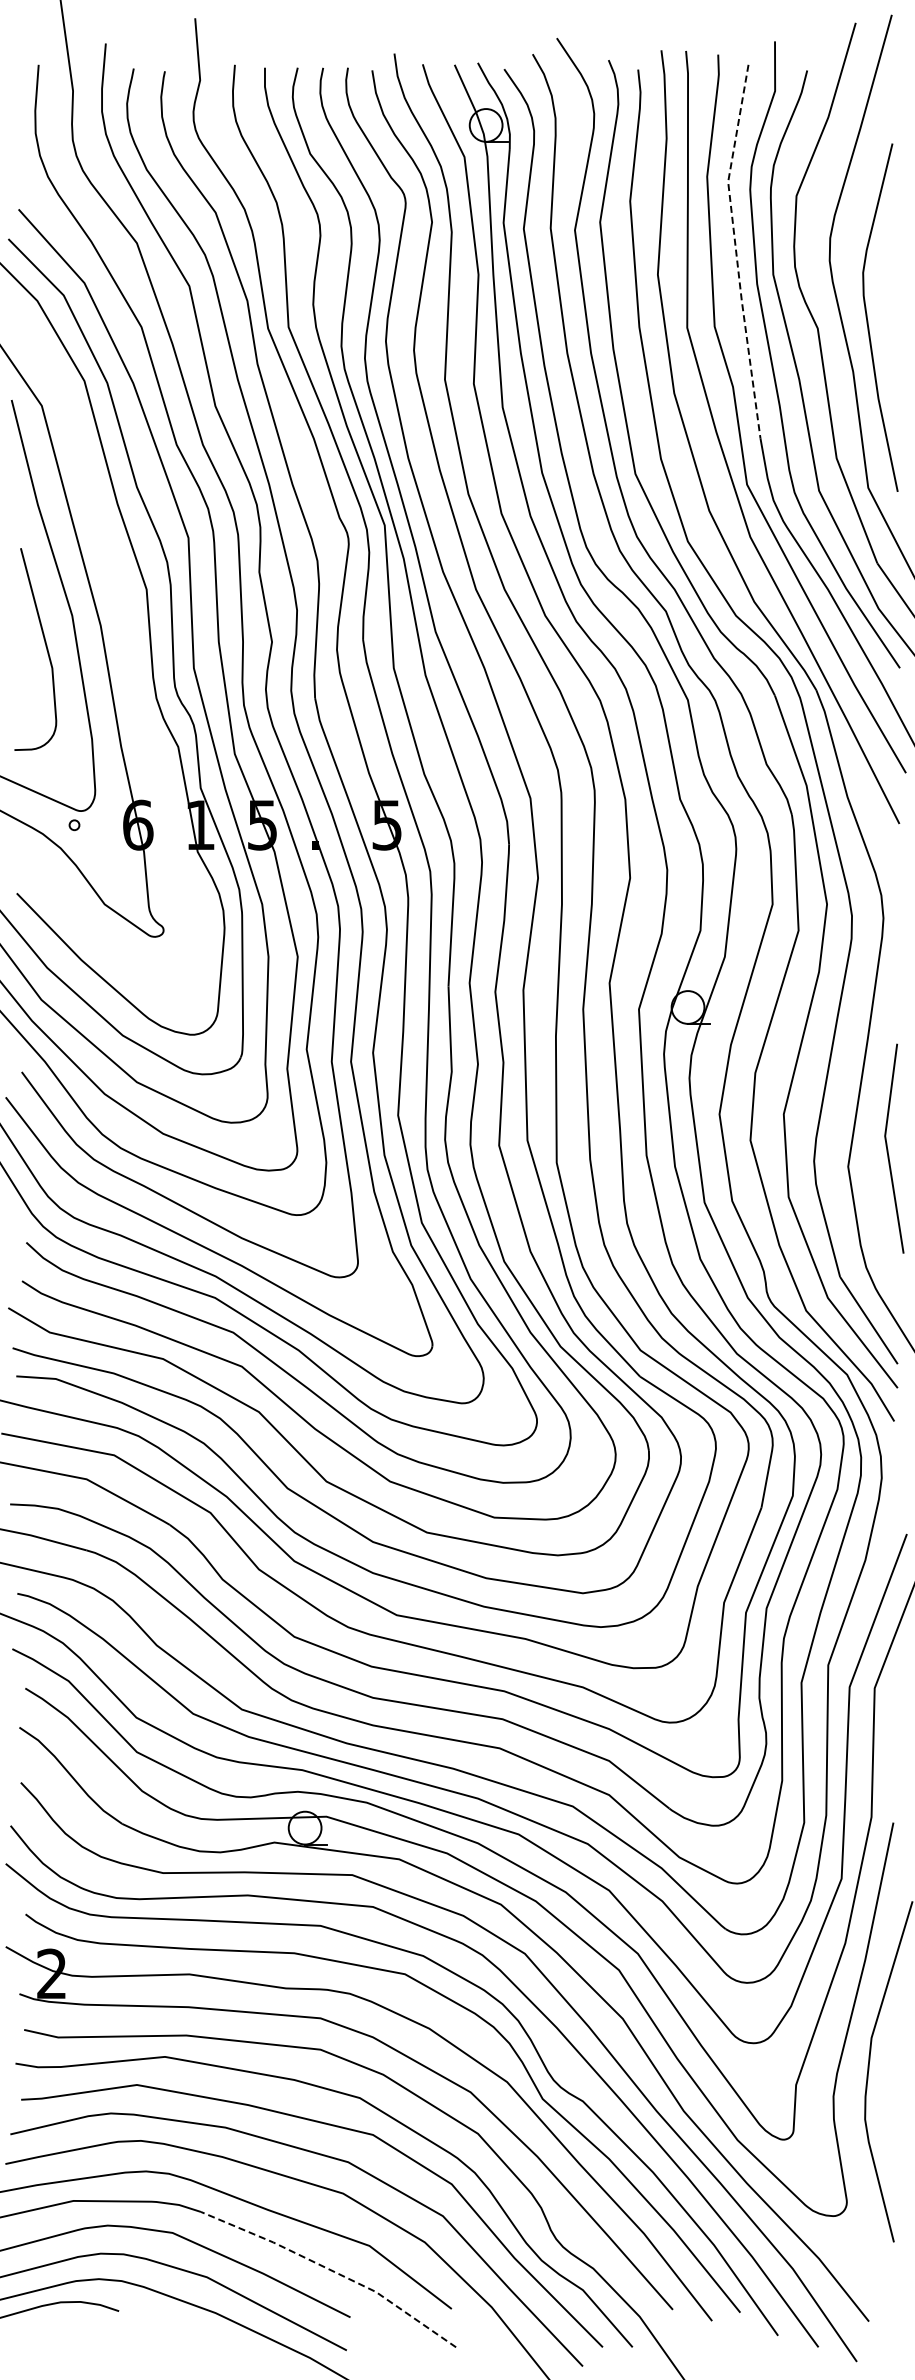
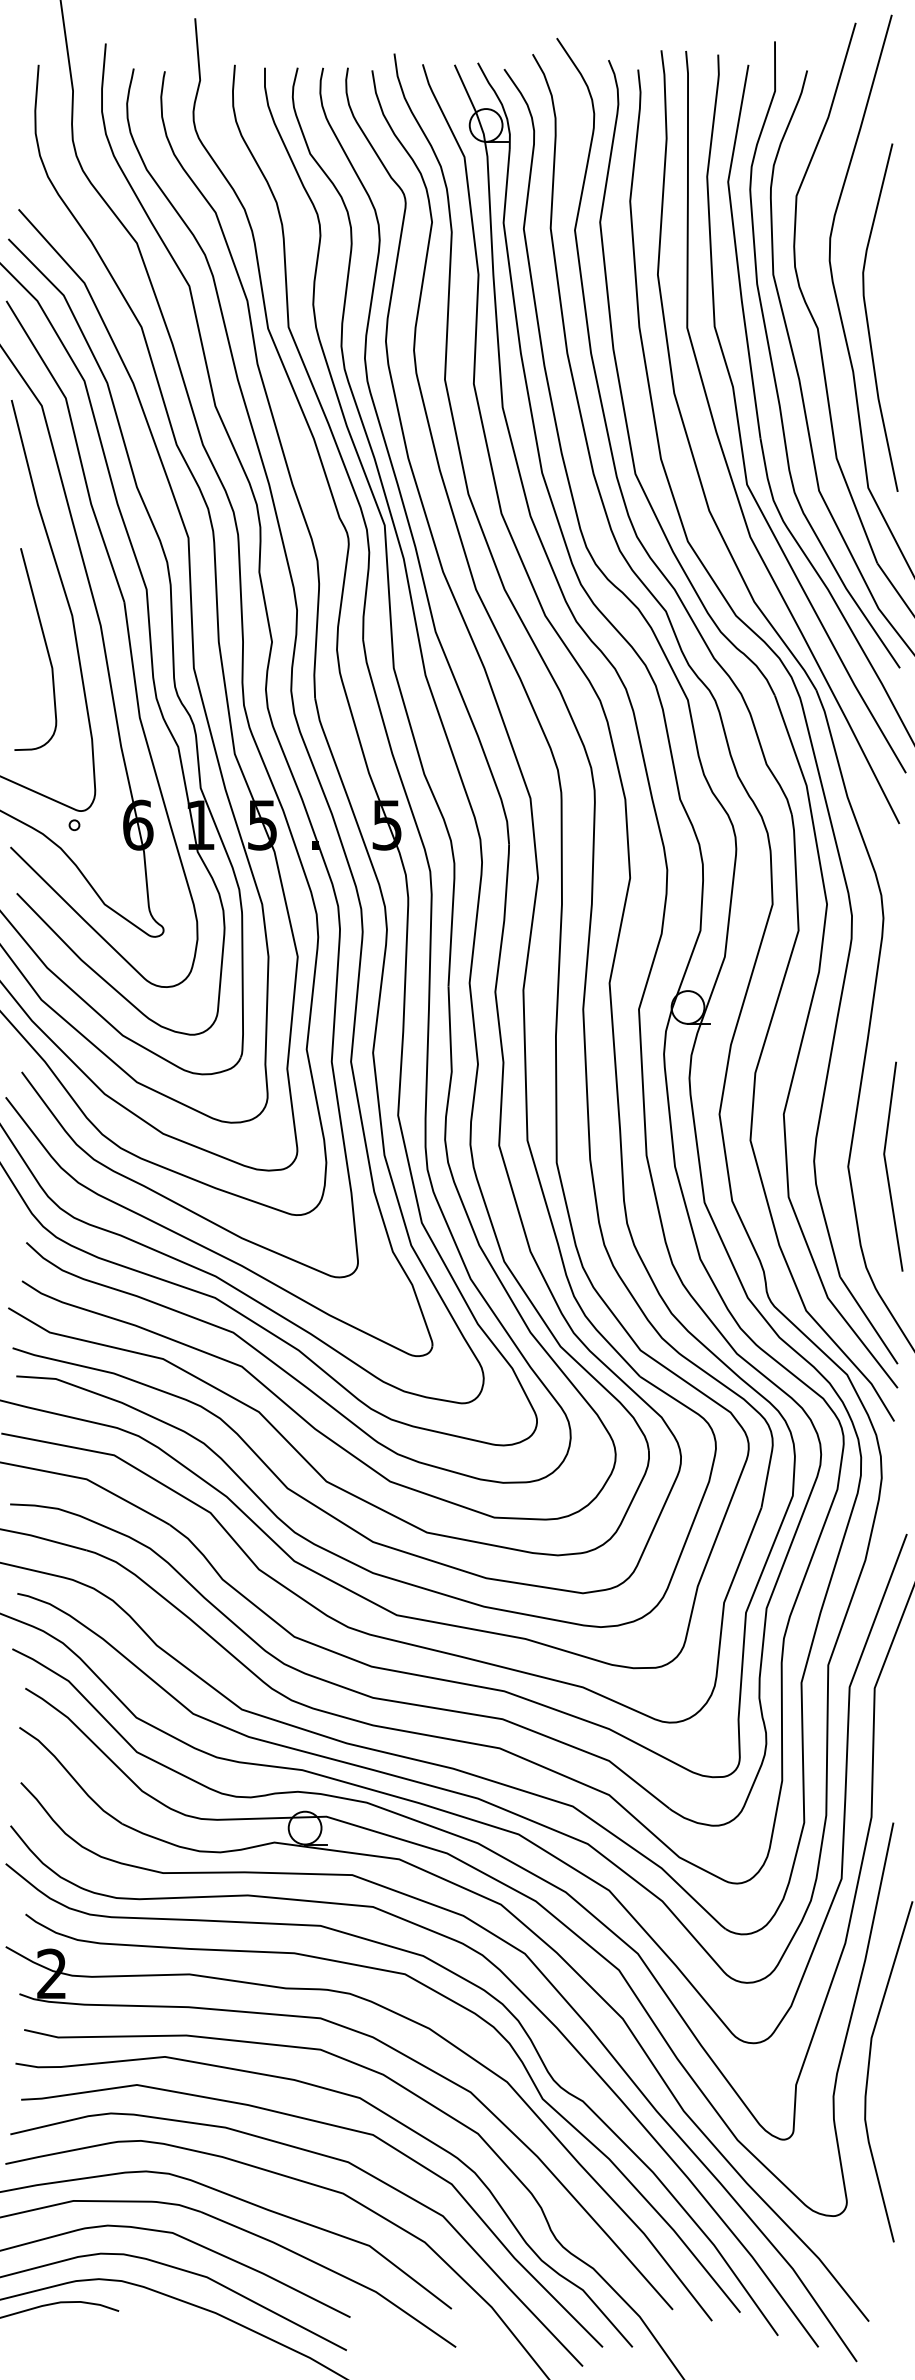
line at (736, 251): dashed -> solid
part at (128, 642): none -> present
line at (888, 1149) position: (888, 1149) -> (887, 1167)
line at (333, 2271): dashed -> solid
